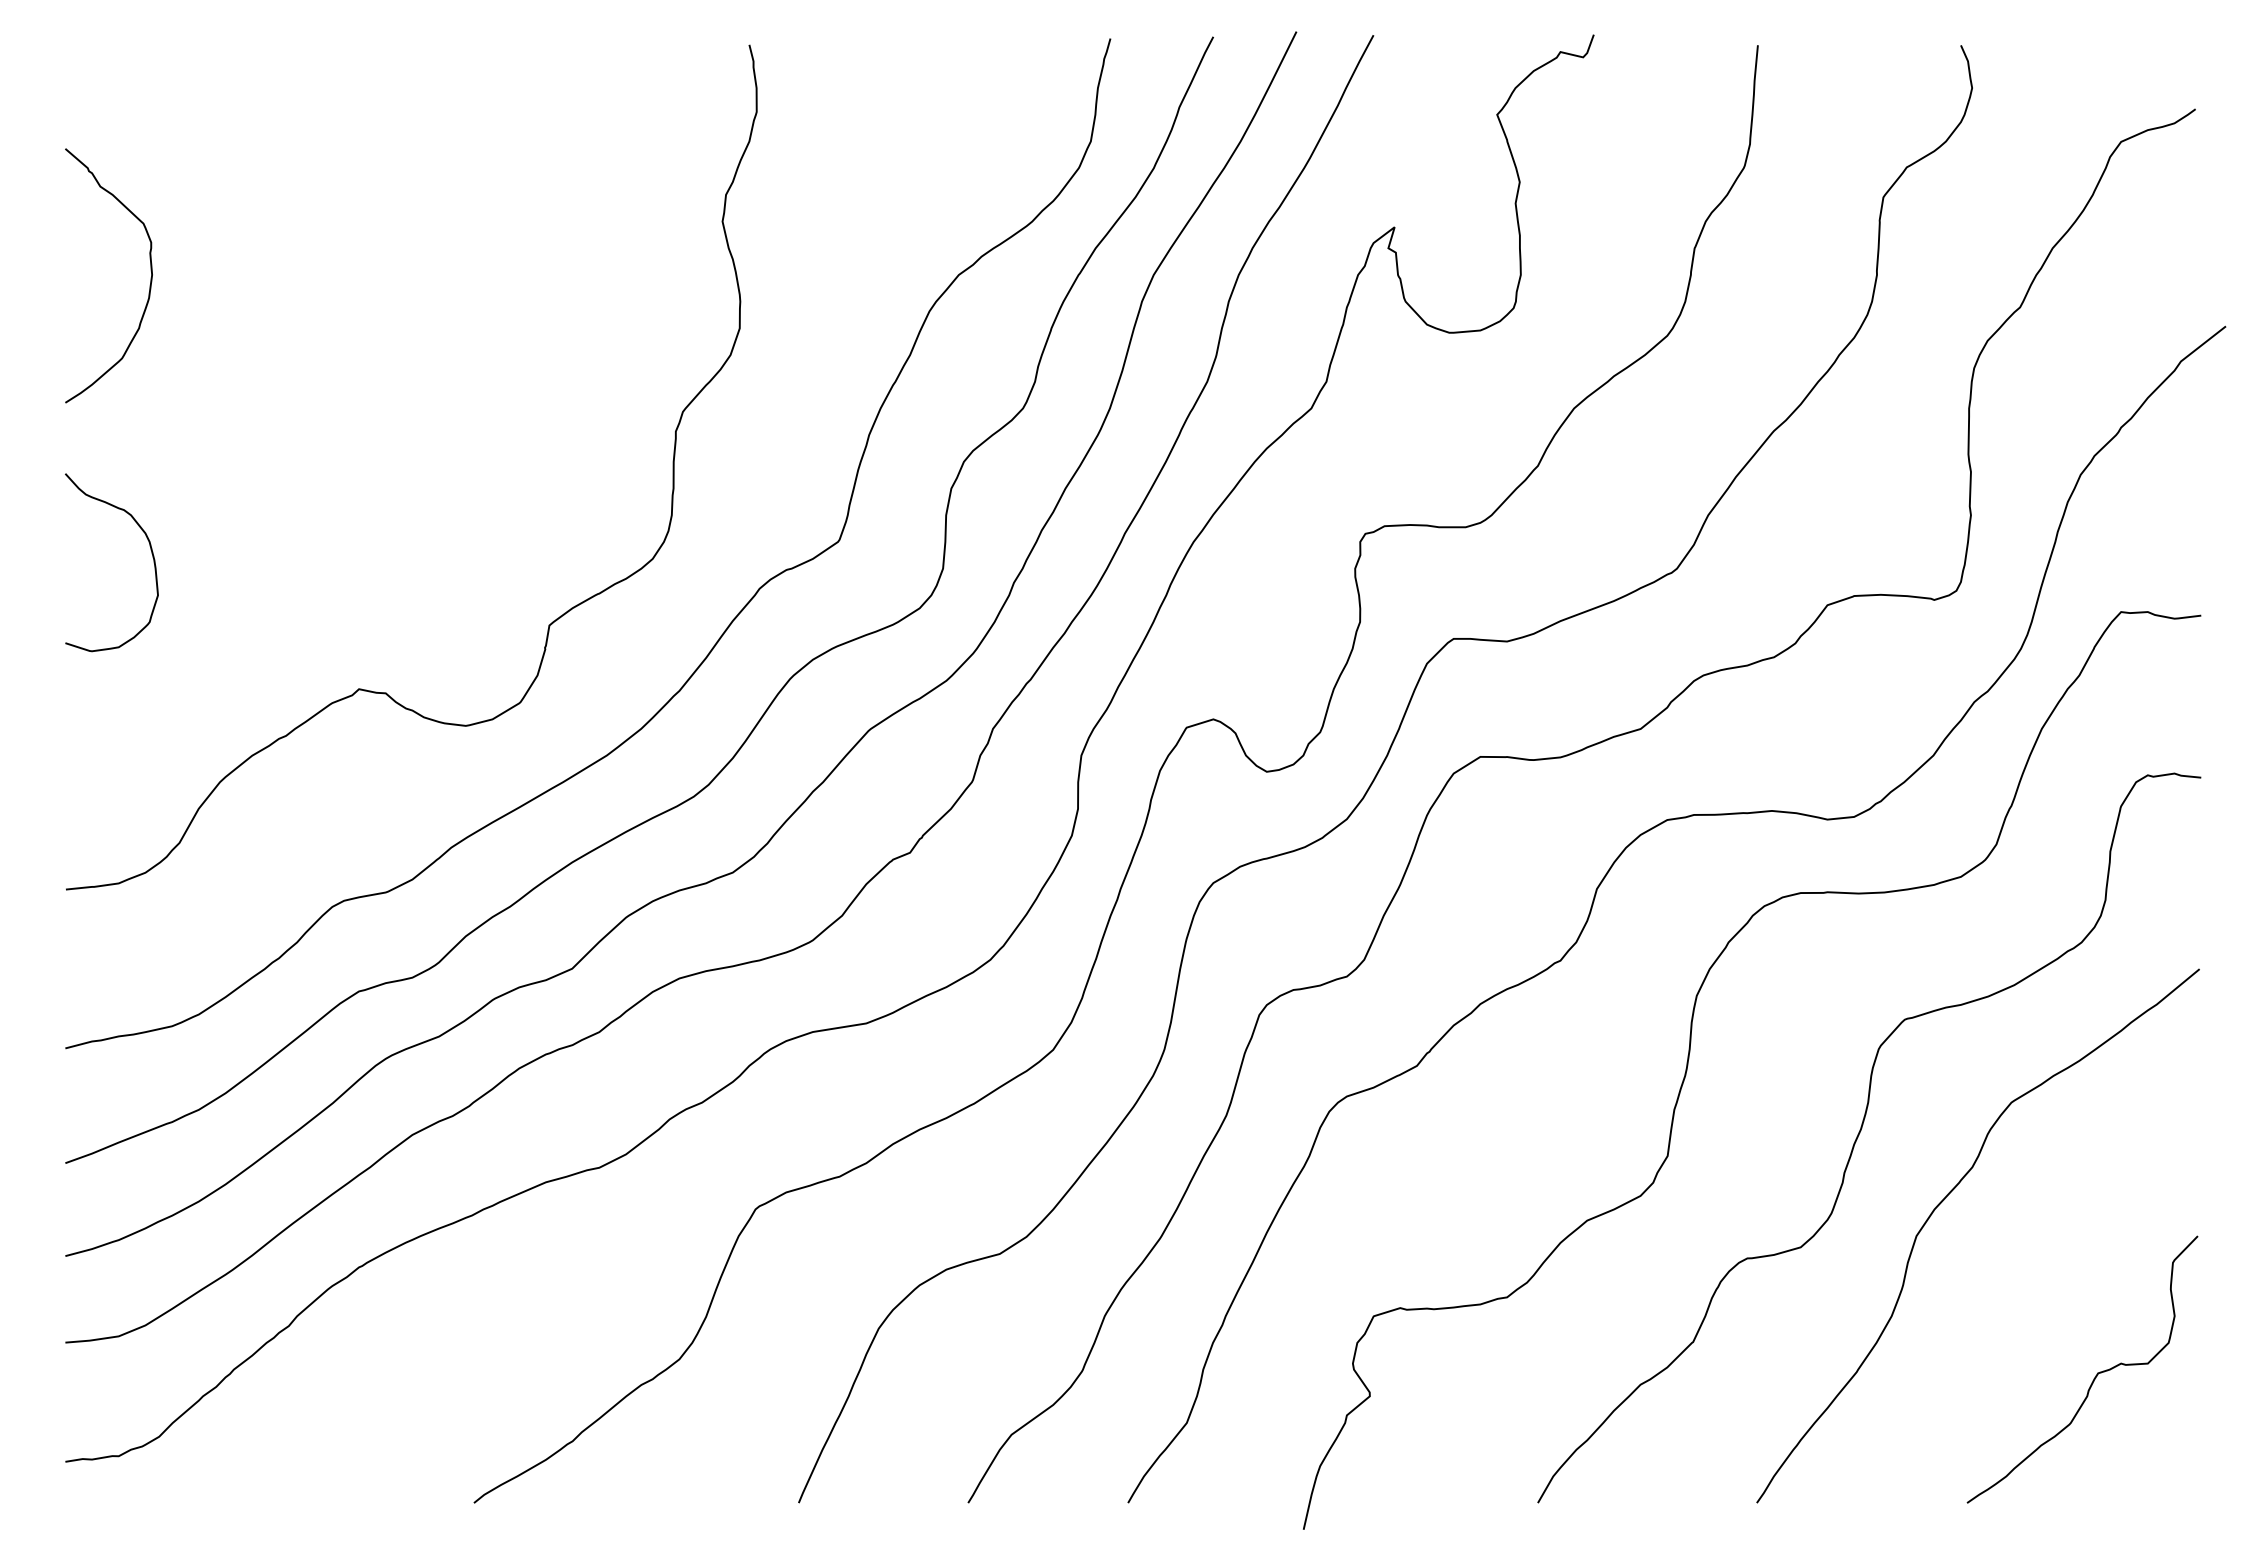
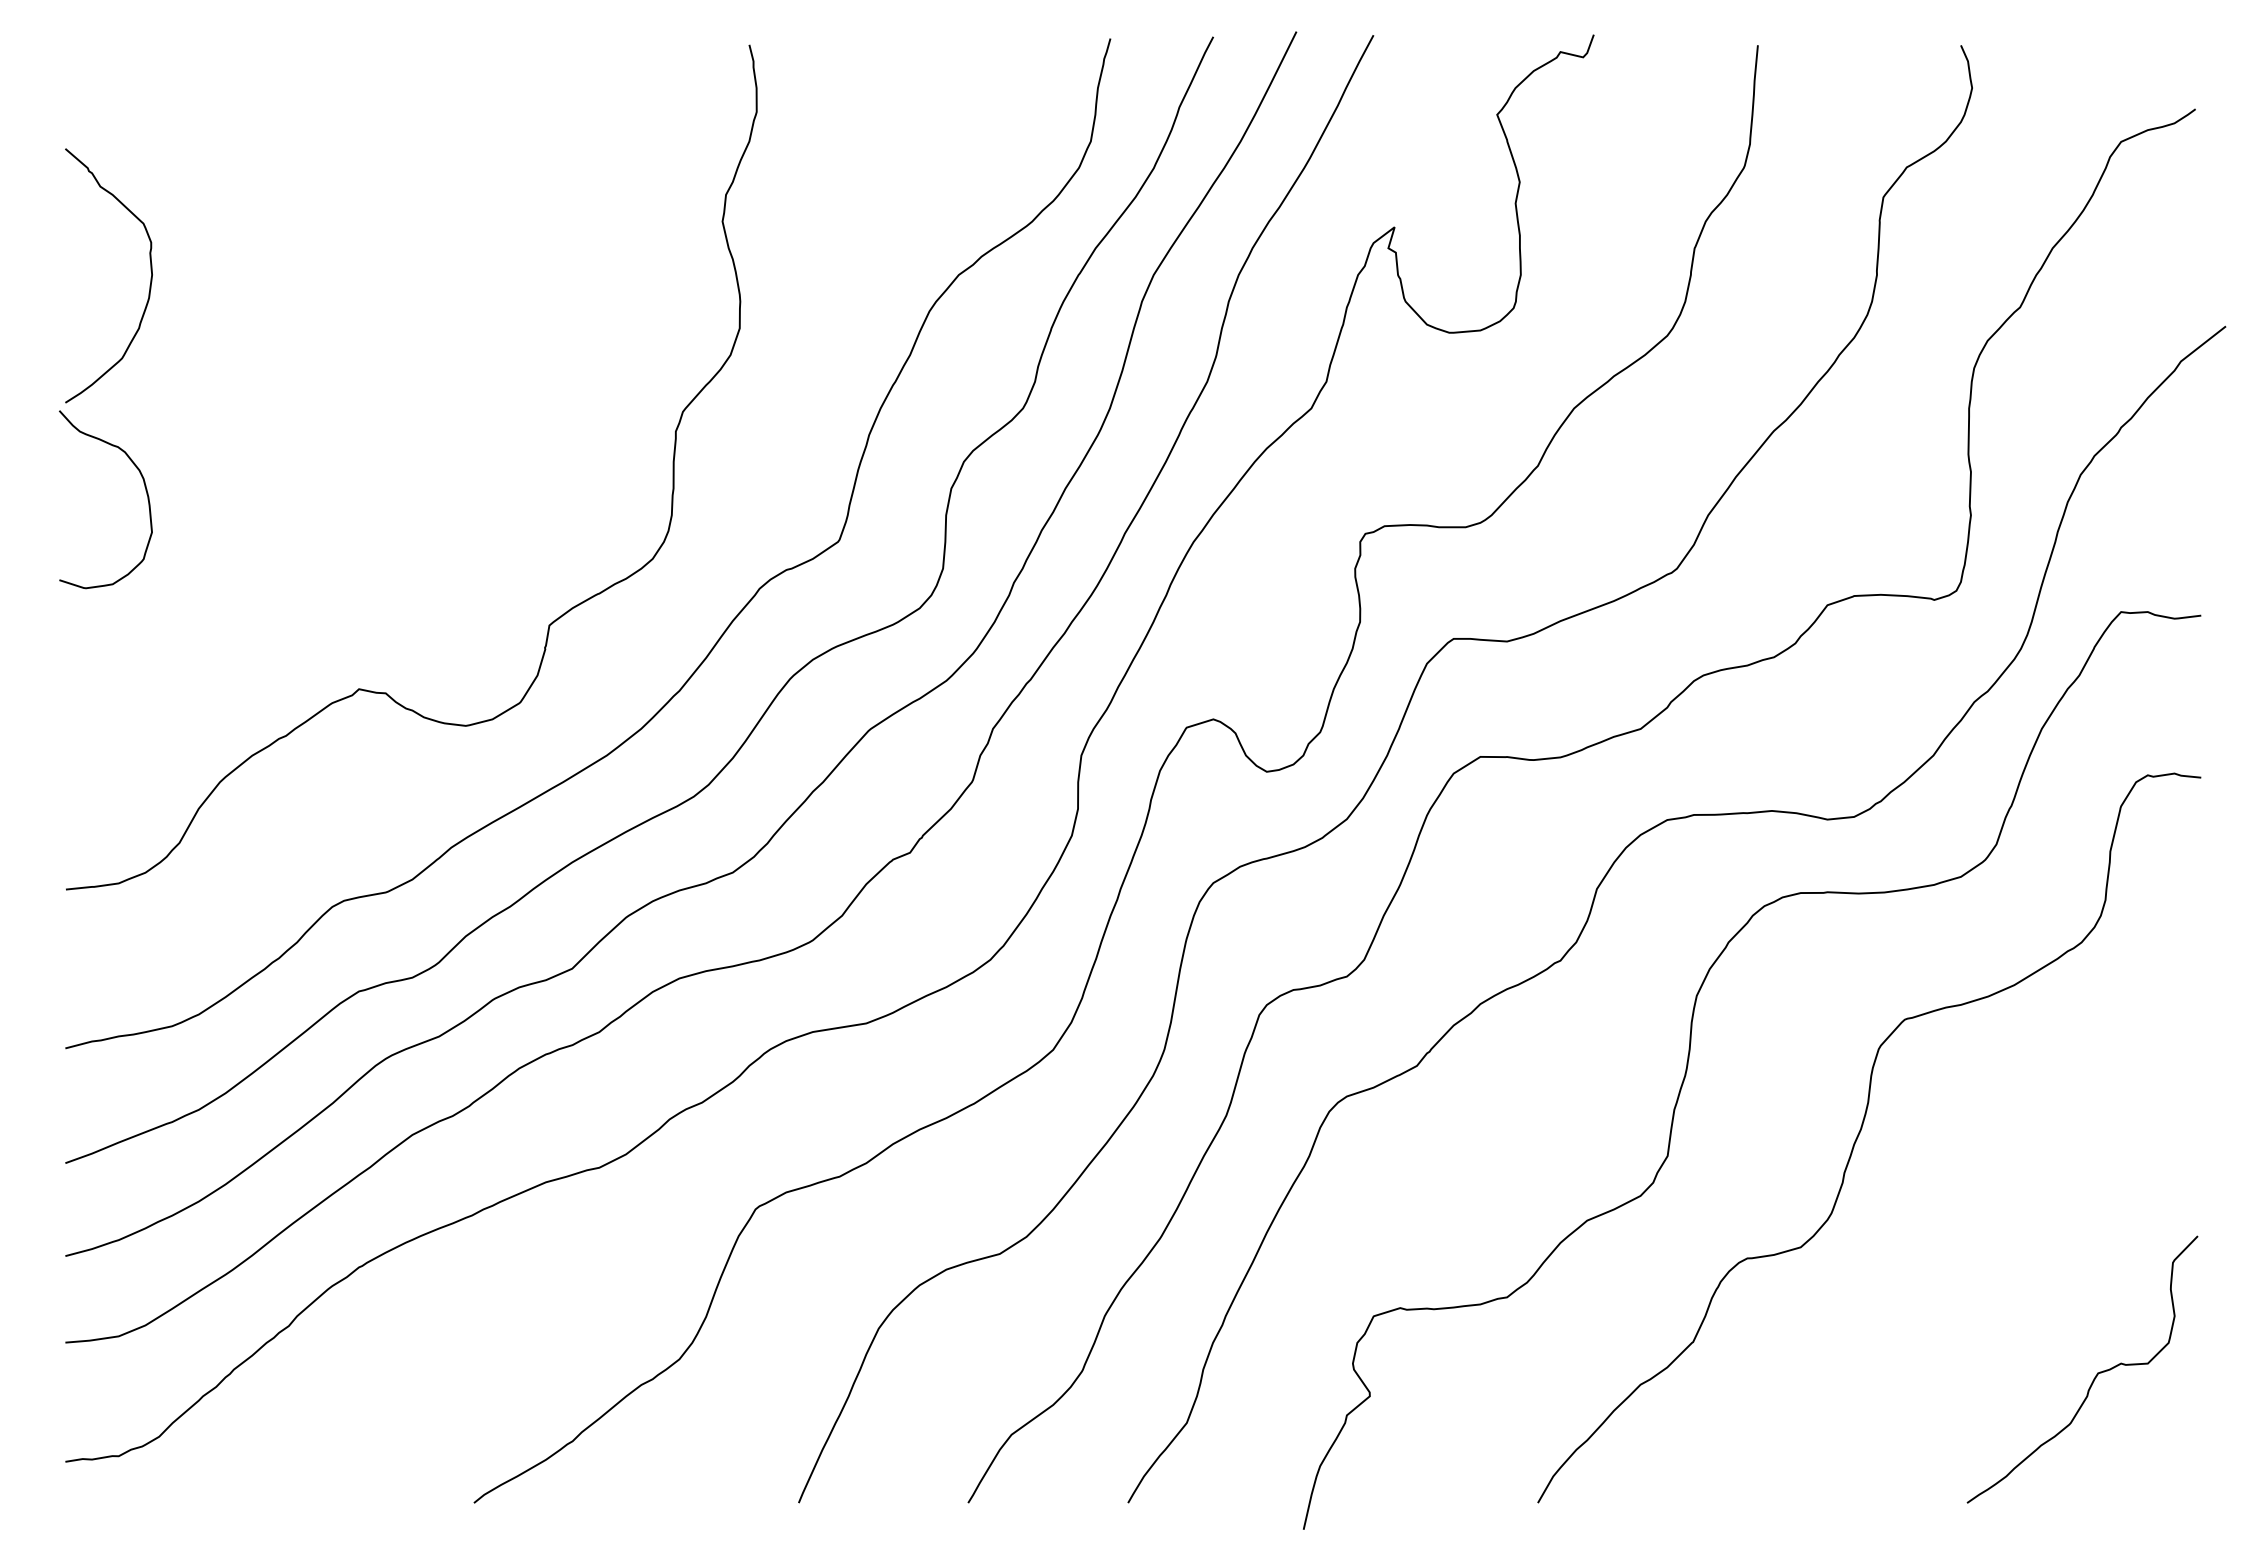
curve at (150, 550) position: (150, 550) -> (144, 487)
curve at (1943, 1201): present -> none
